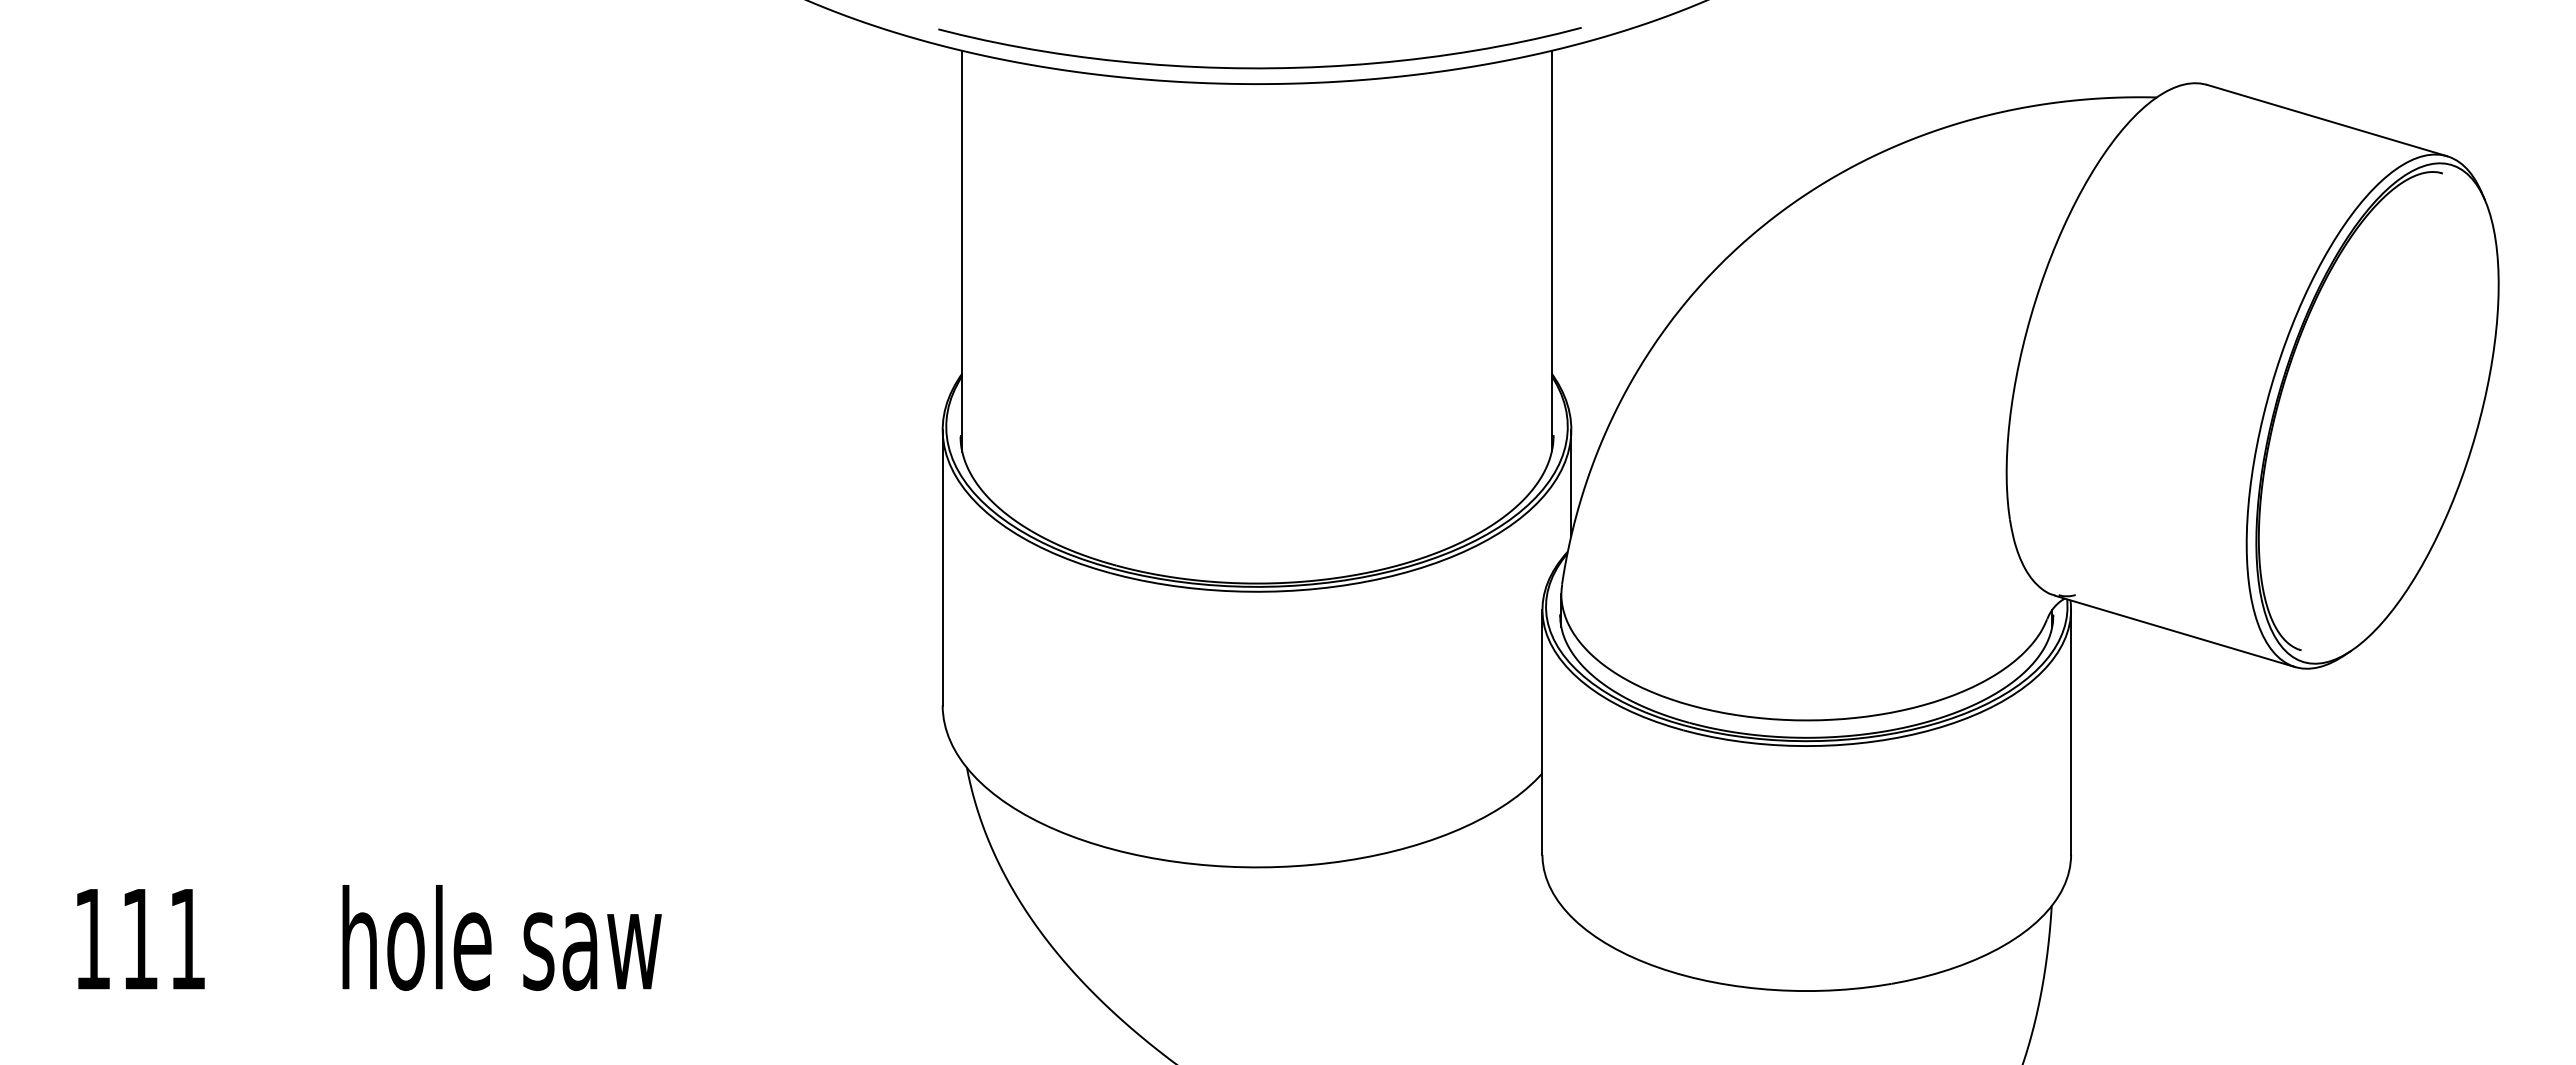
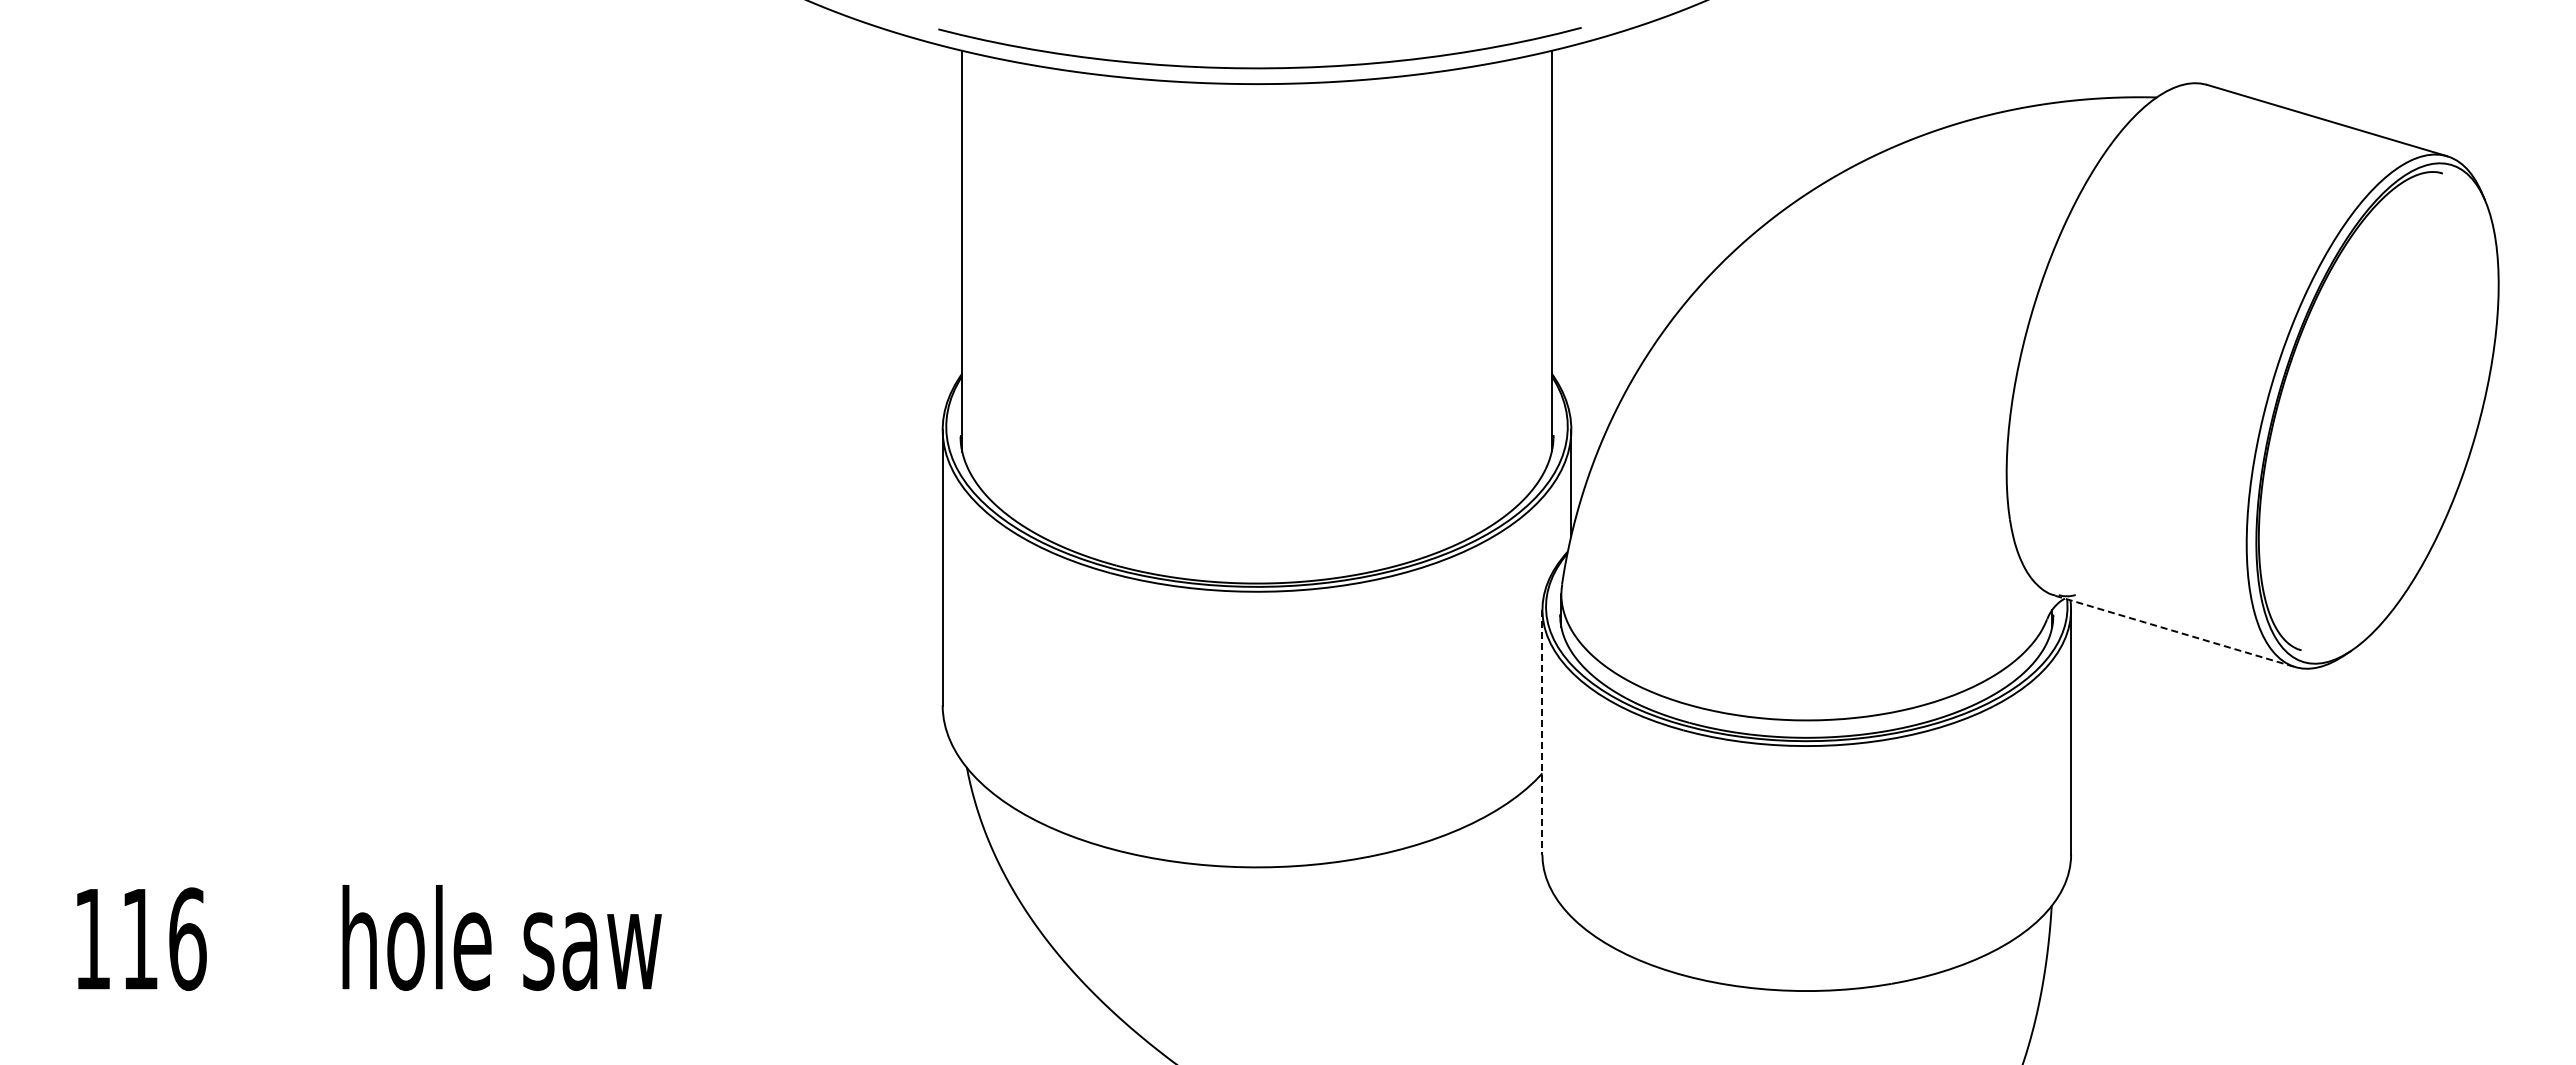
line at (2175, 631): solid -> dashed
line at (1542, 732): solid -> dashed
text at (187, 938): 111 -> 116
